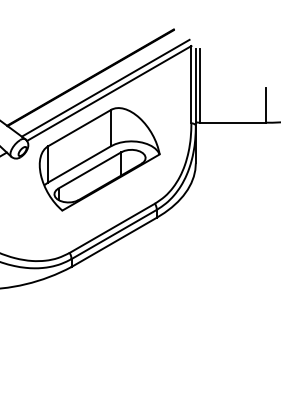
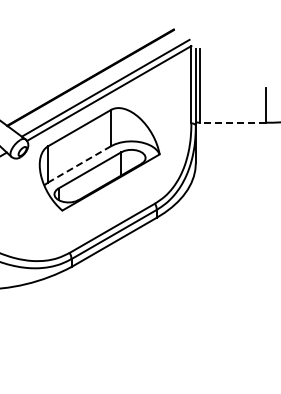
line at (232, 122): solid -> dashed
line at (79, 164): solid -> dashed
